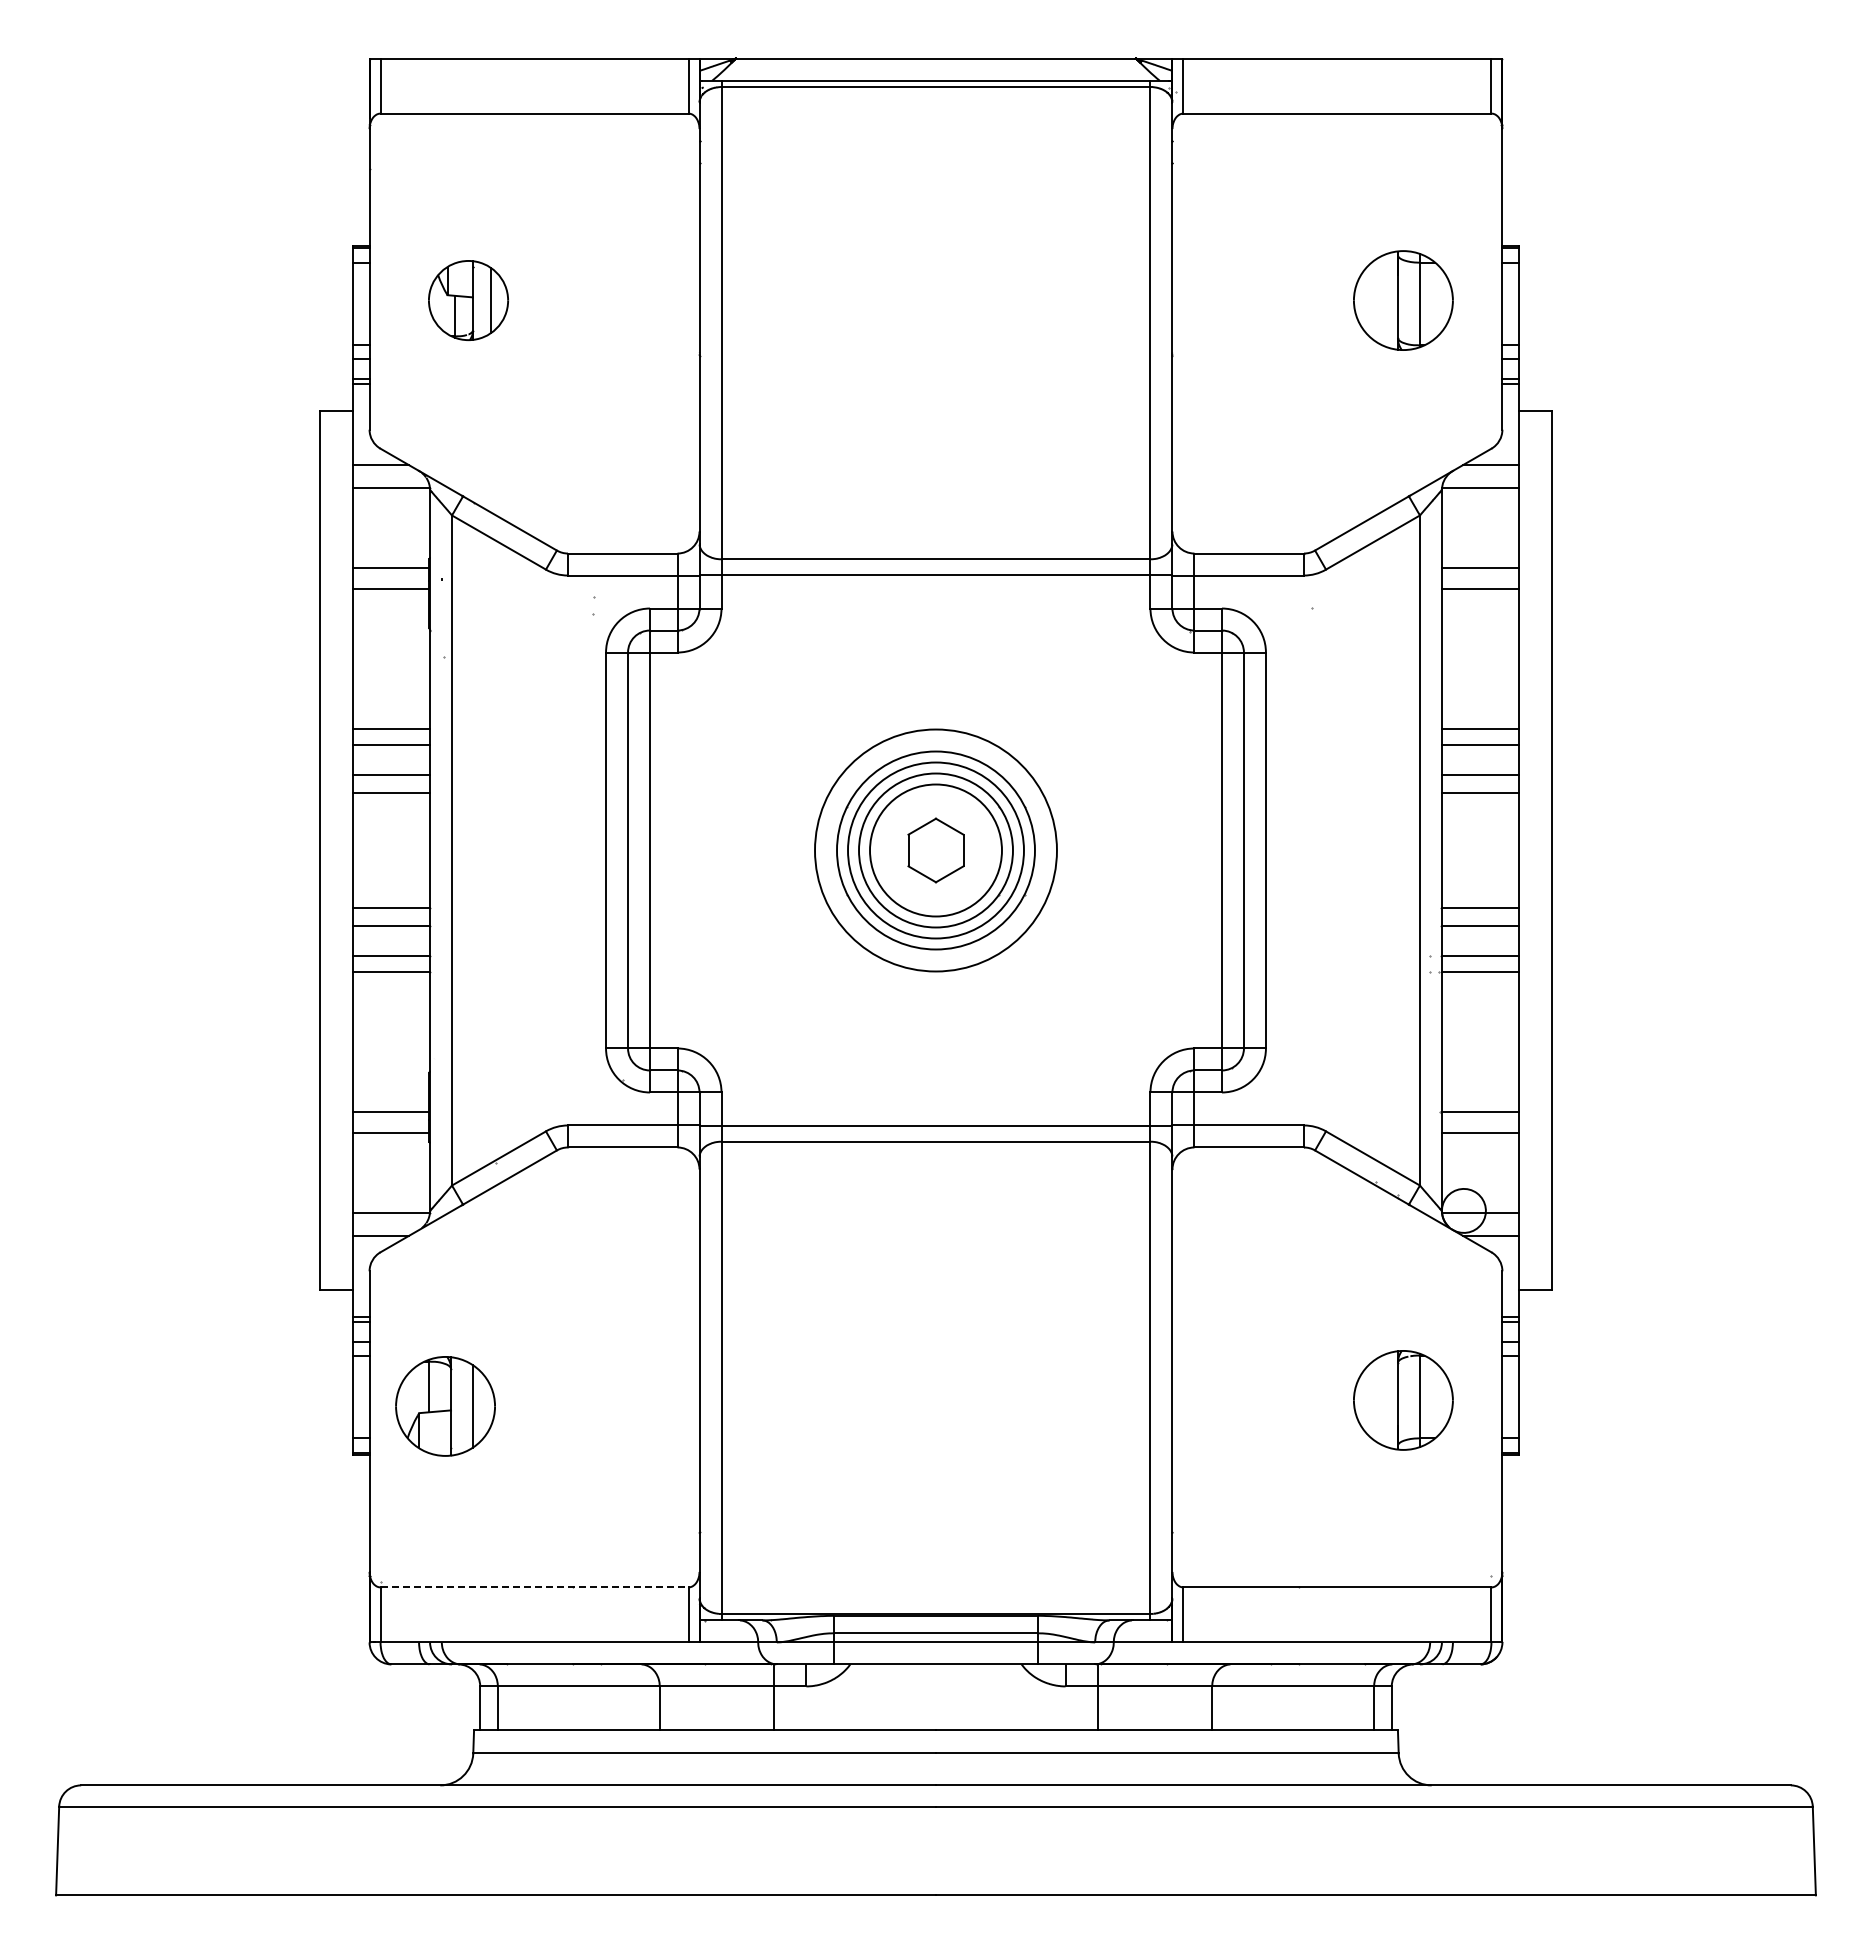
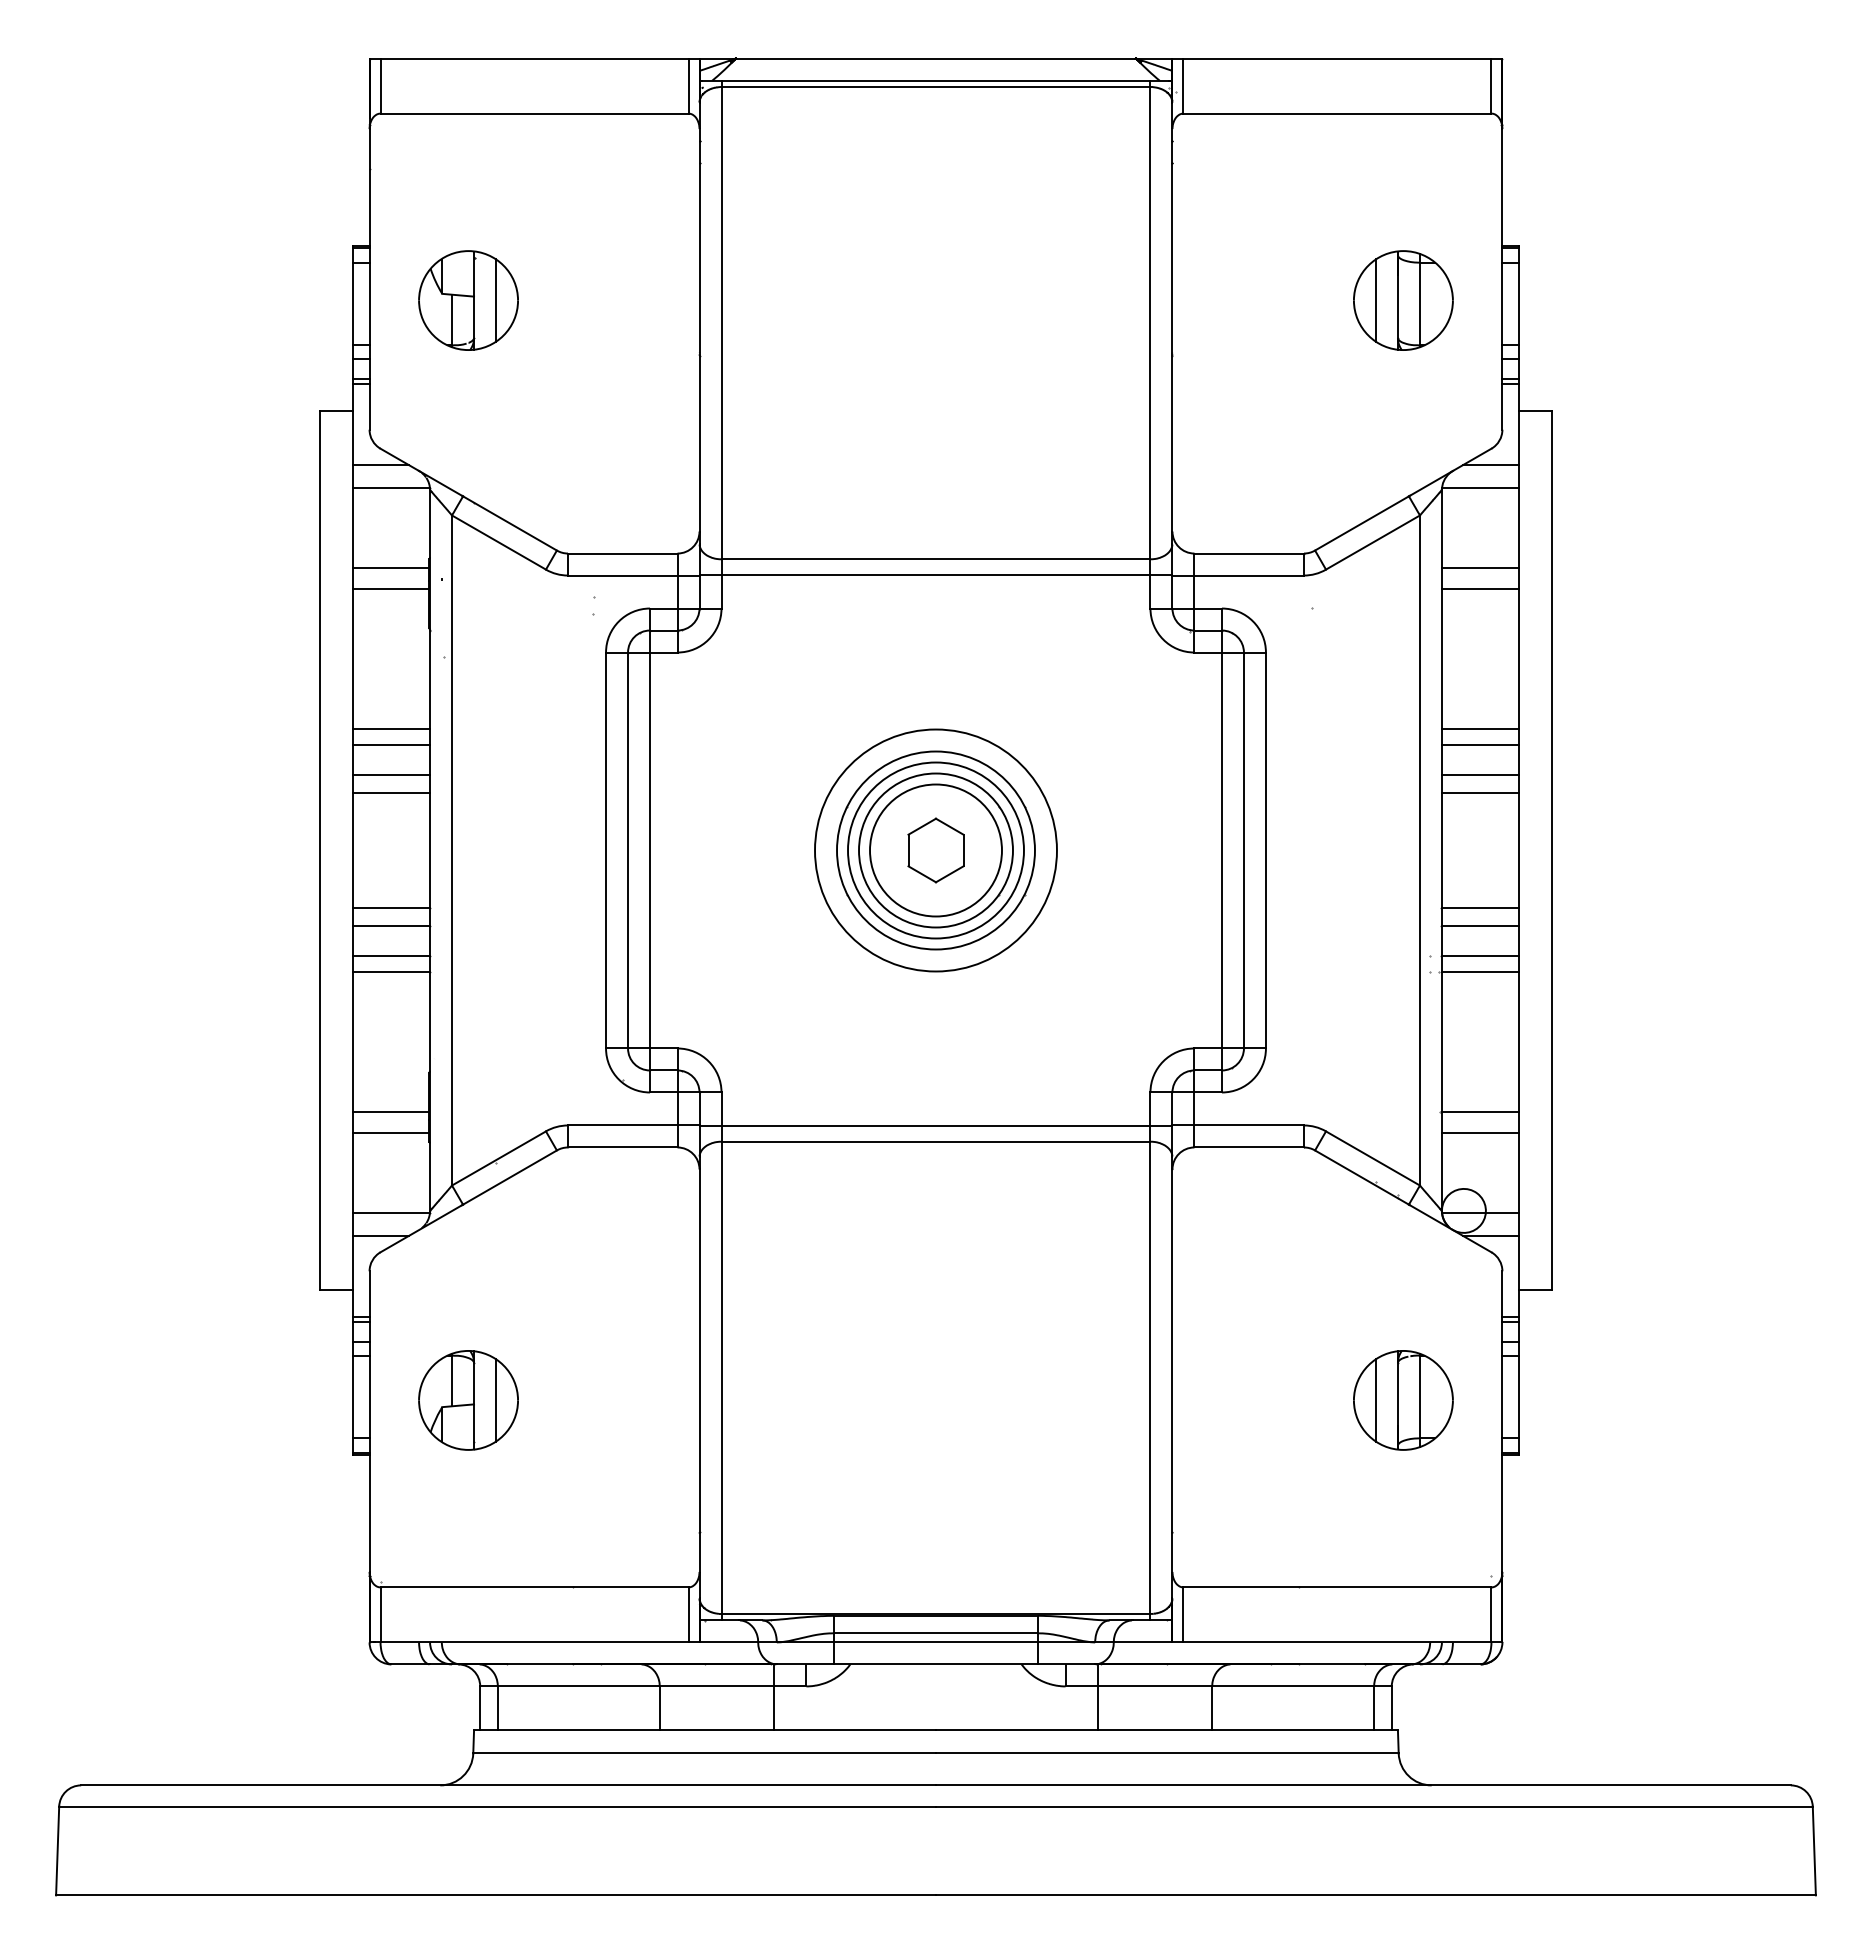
part at (468, 300) size: 81x81 px -> 101x101 px
line at (1375, 300): none -> present
line at (1375, 1400): none -> present
part at (445, 1406) position: (445, 1406) -> (468, 1400)
line at (534, 1587): dashed -> solid
